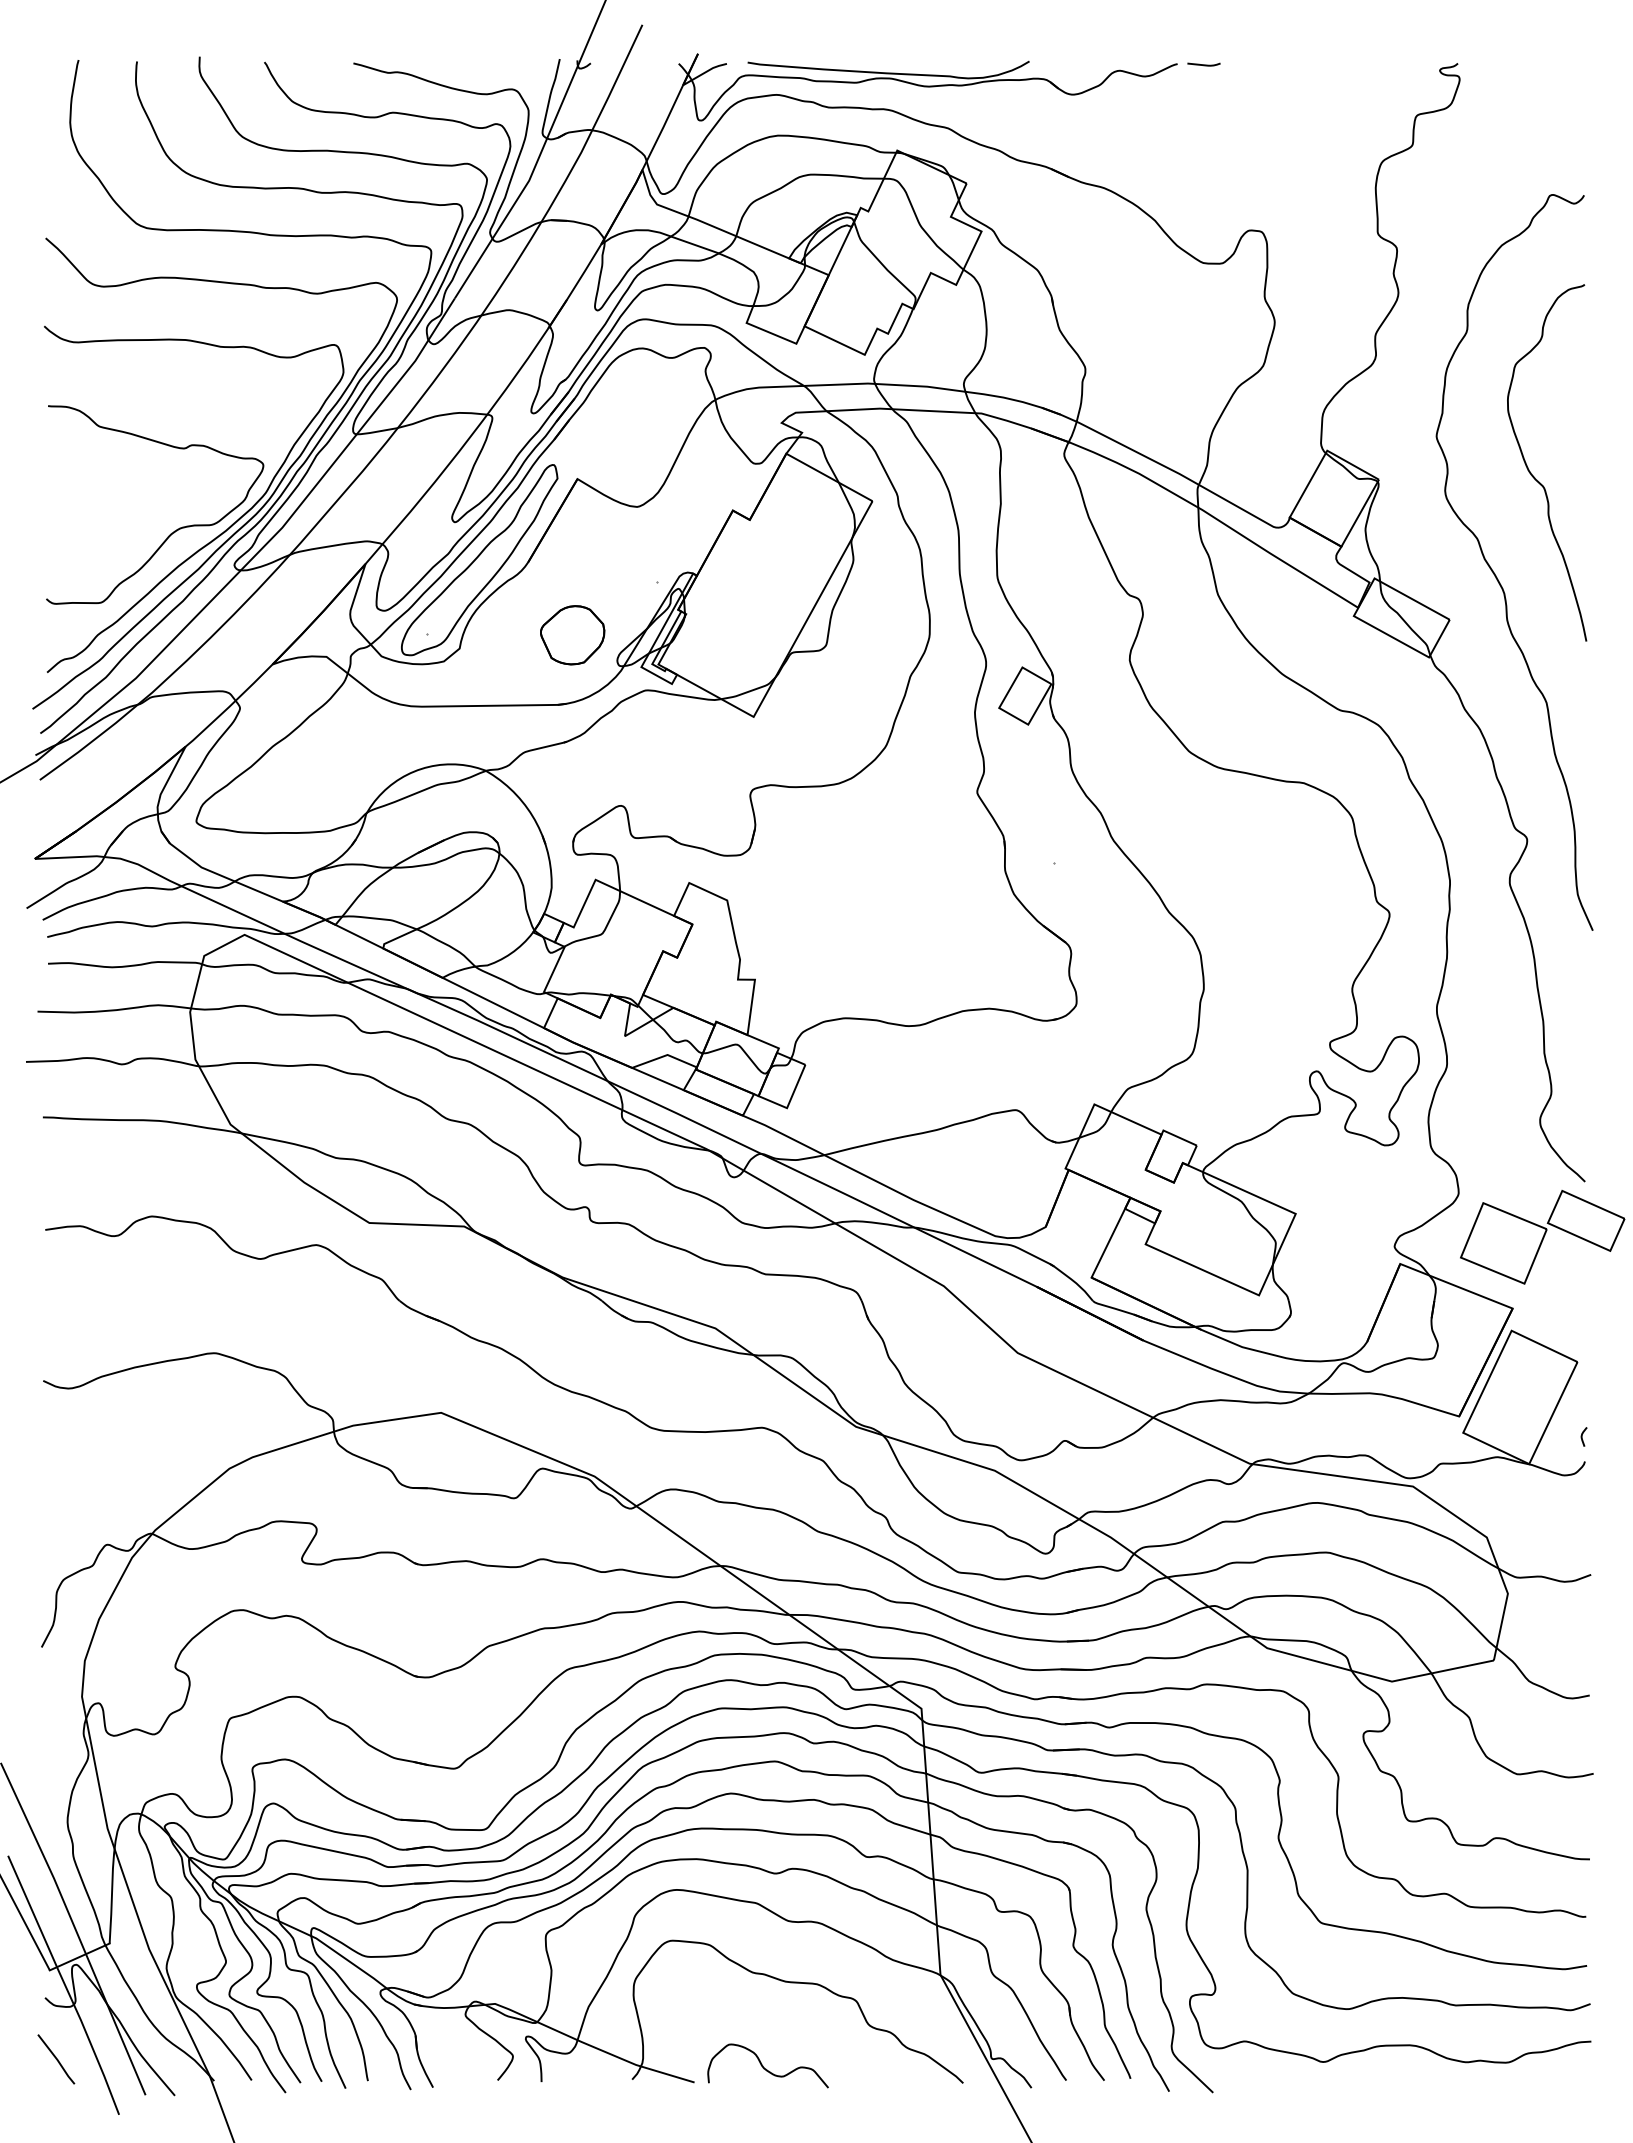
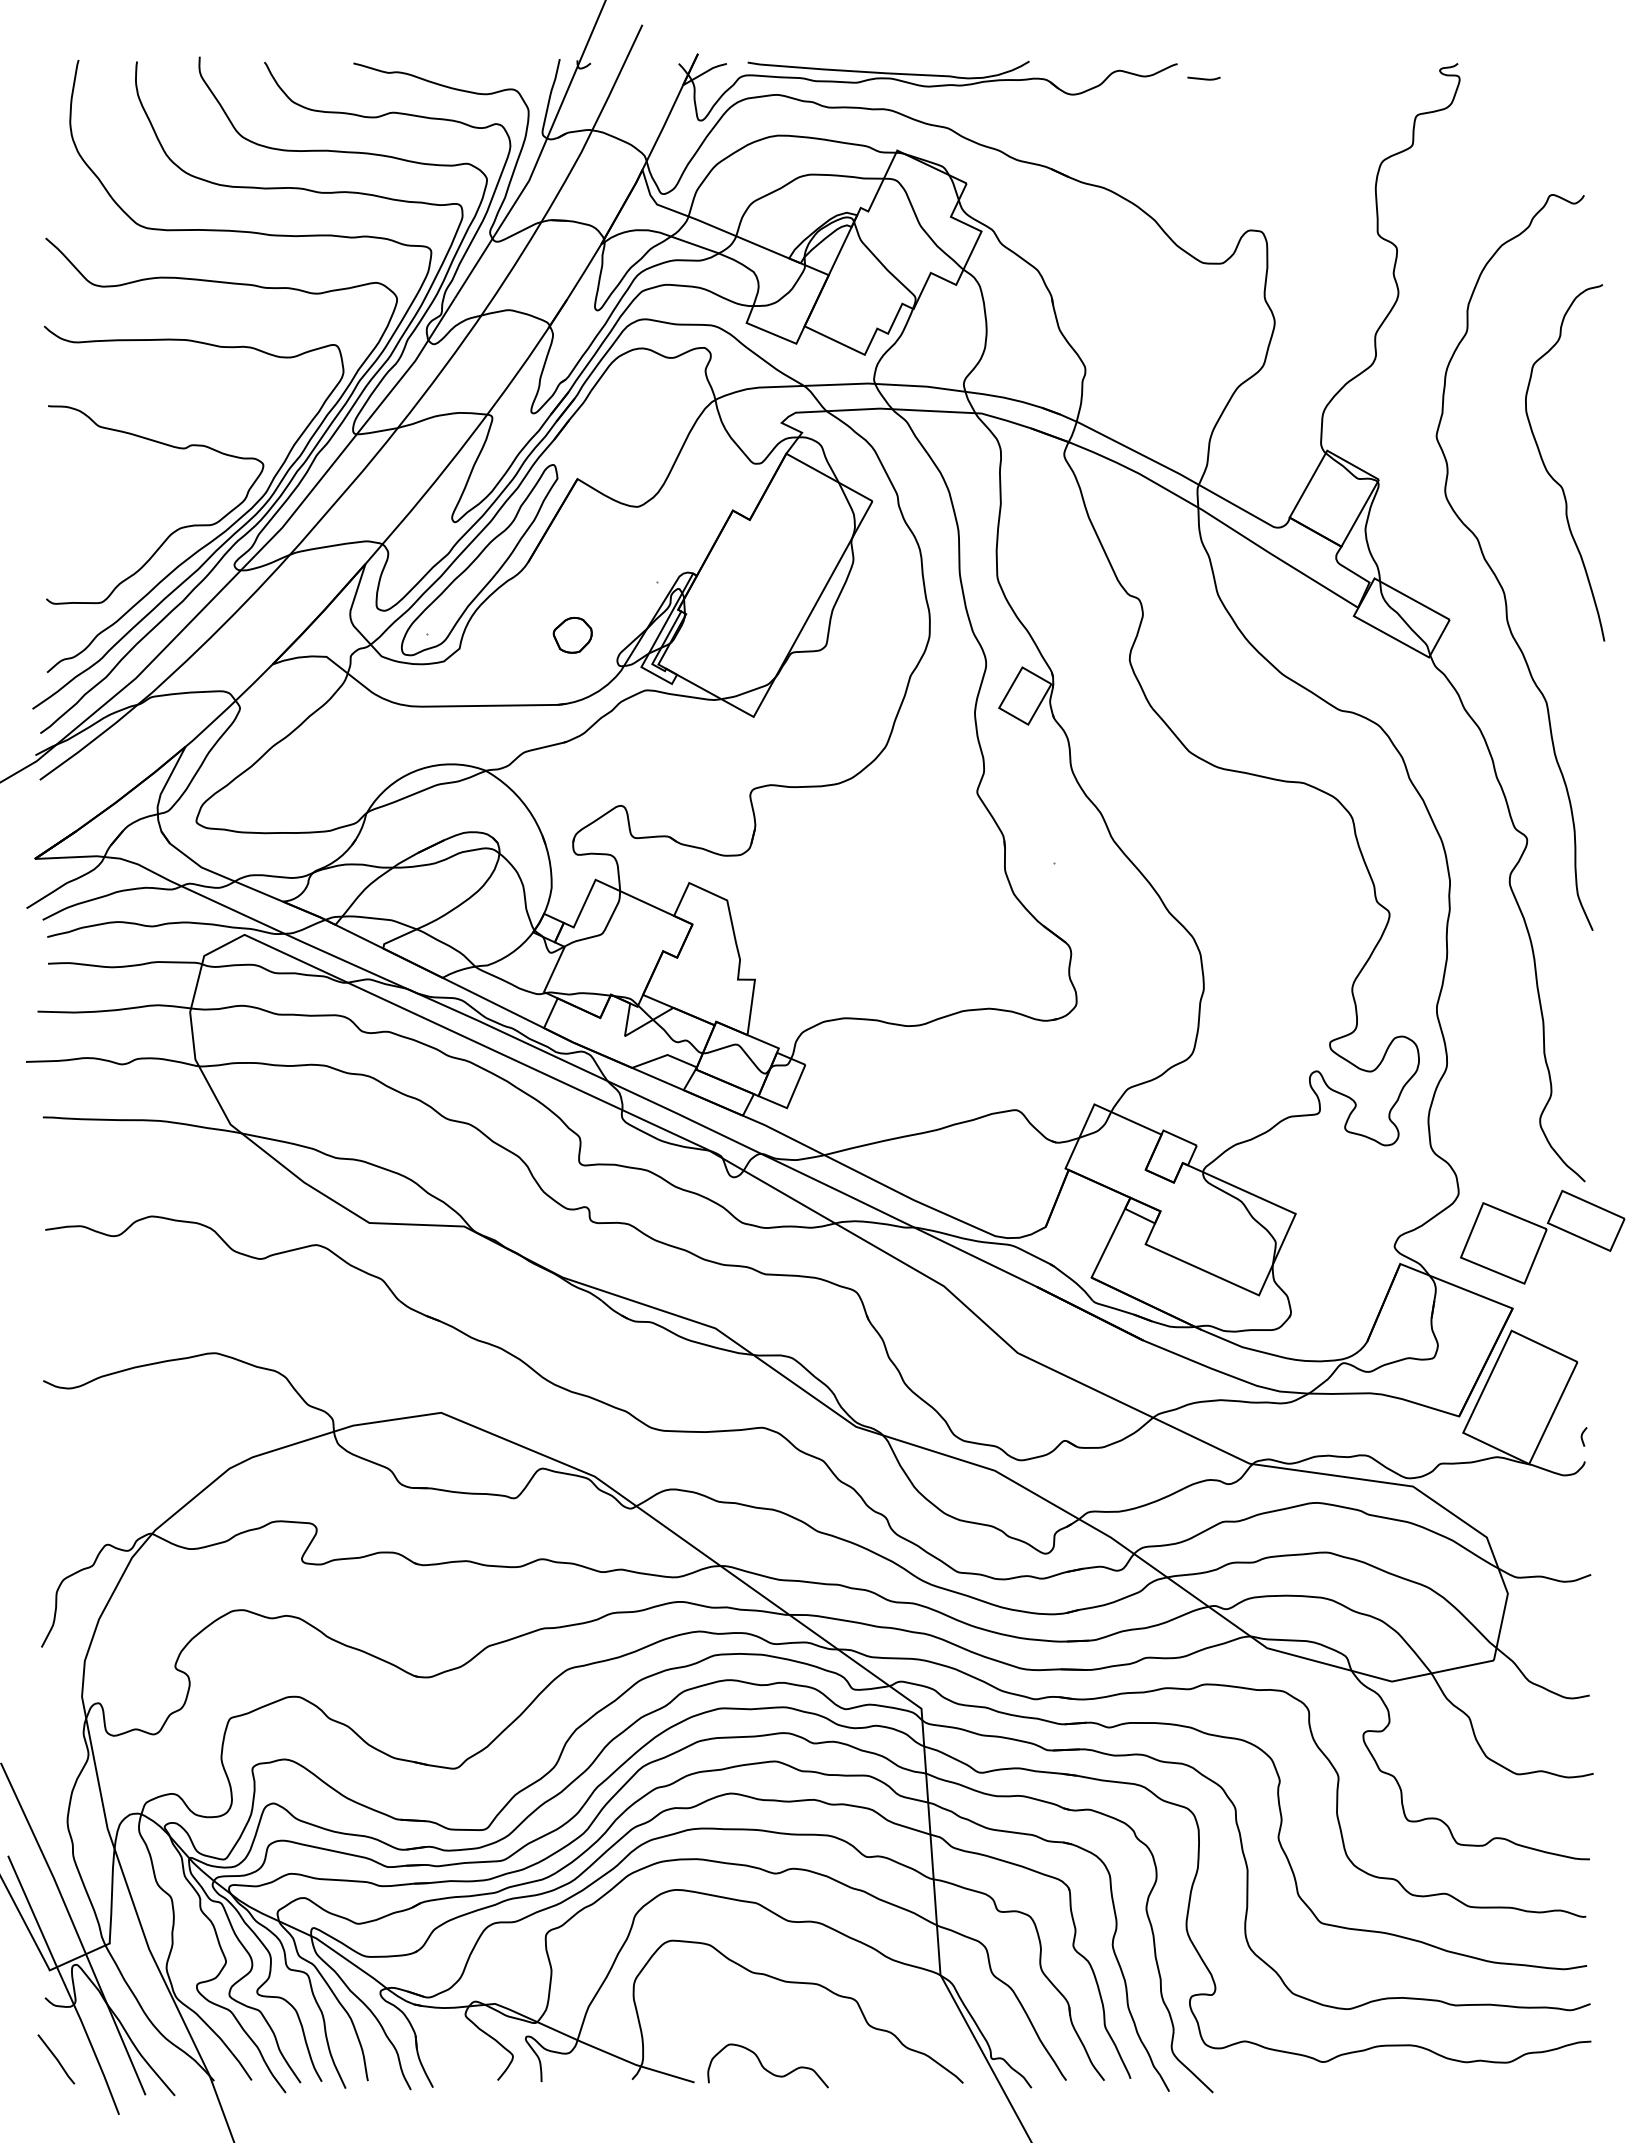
curve at (1203, 64) position: (1203, 64) -> (1203, 78)
curve at (1531, 472) position: (1531, 472) -> (1549, 472)
part at (572, 635) size: 66x61 px -> 41x38 px
